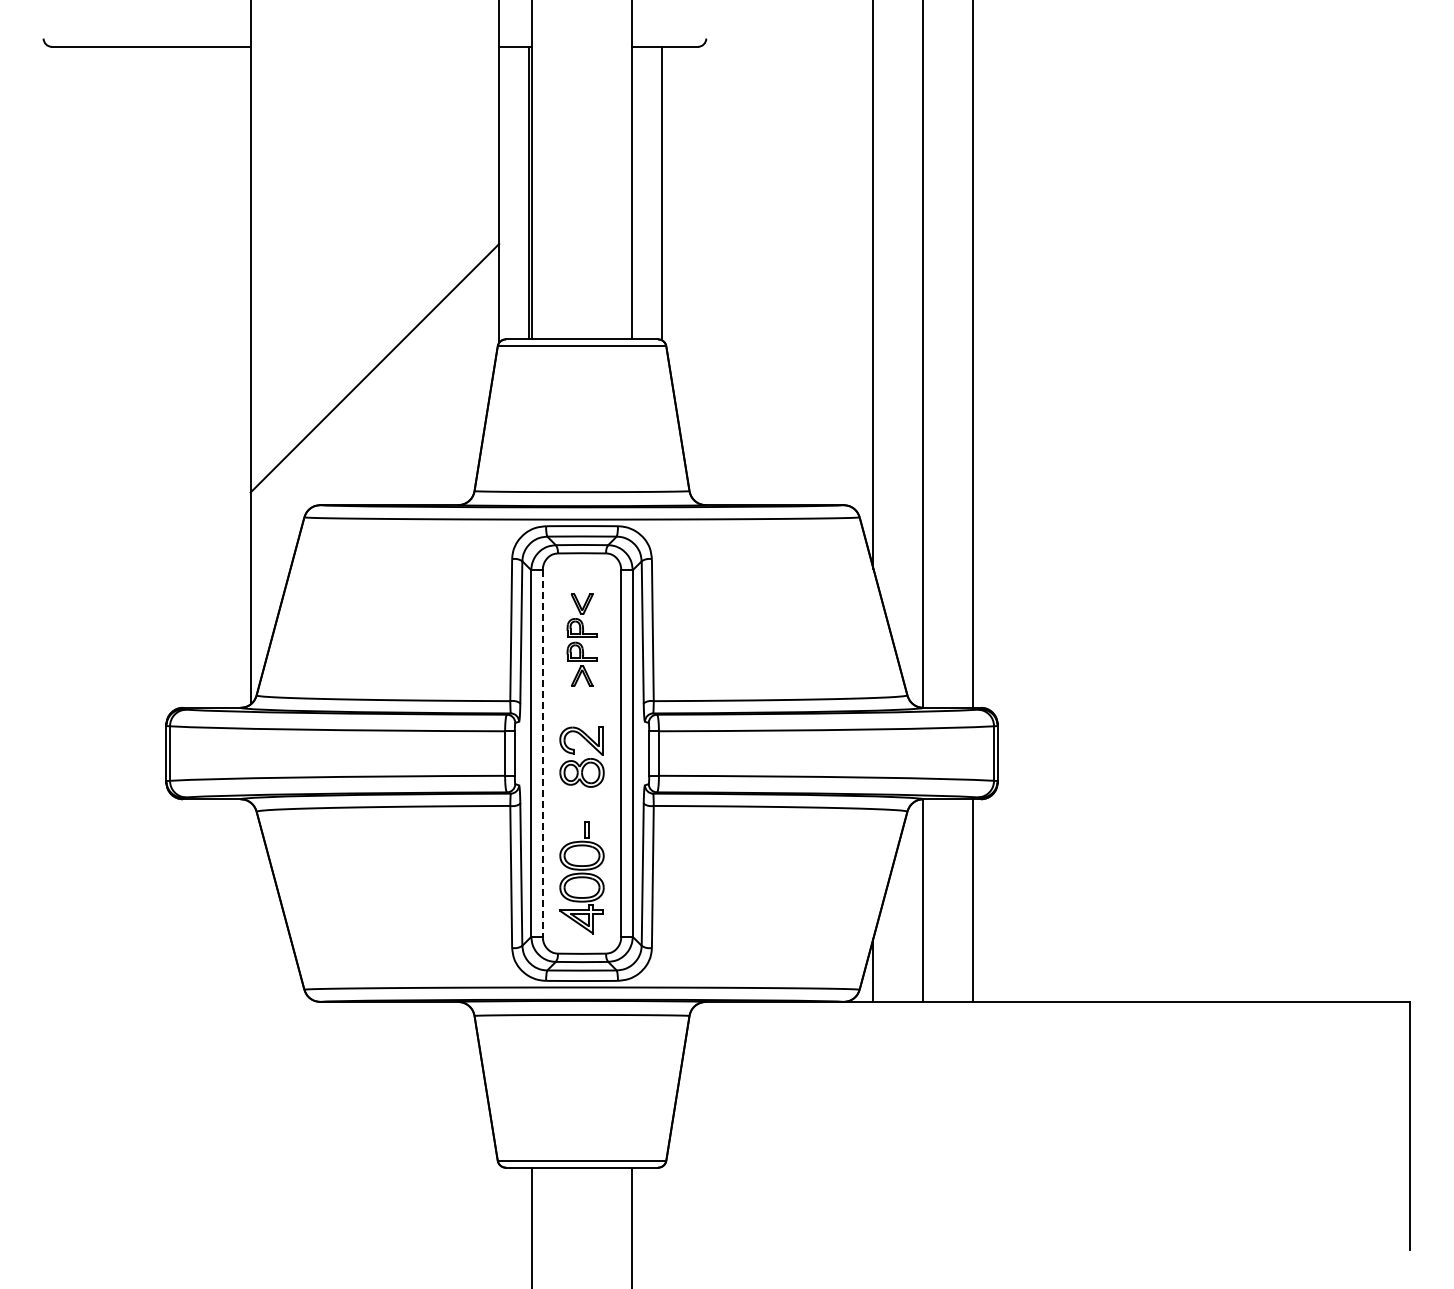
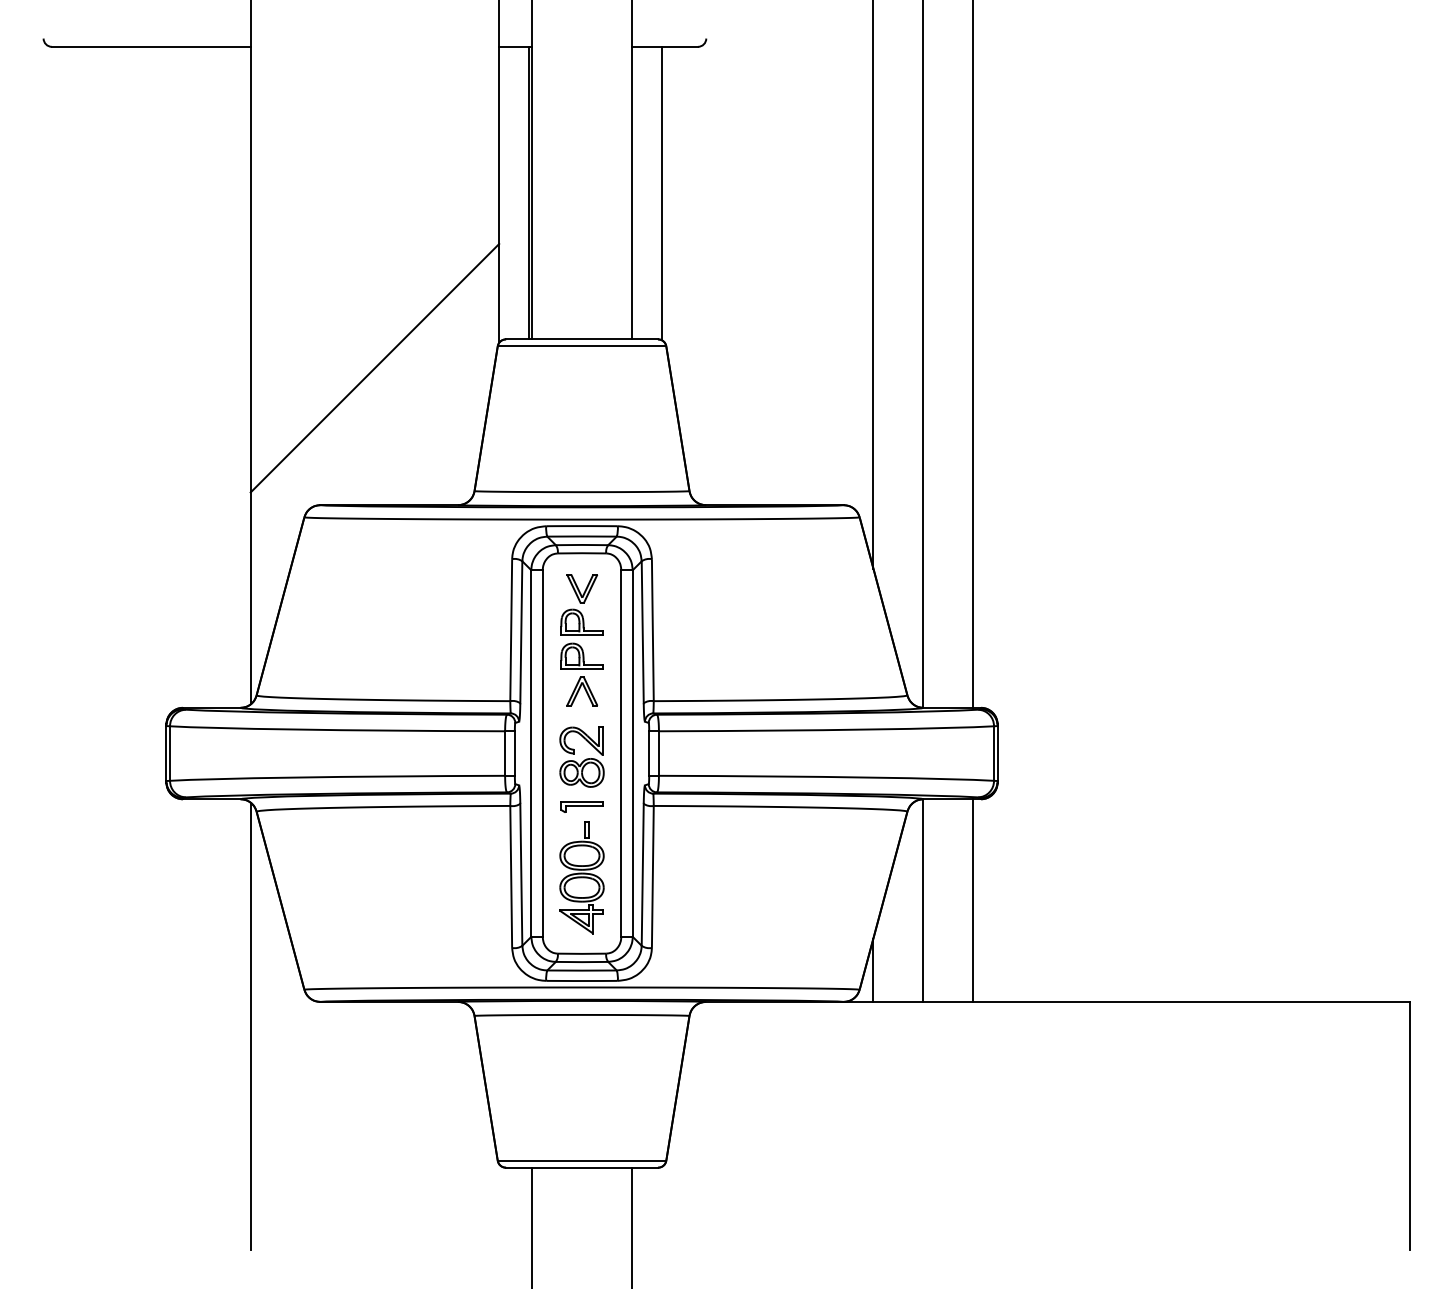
part at (581, 639) size: 32x94 px -> 44x133 px
line at (542, 754): dashed -> solid
part at (581, 806): none -> present
line at (250, 1026): none -> present
